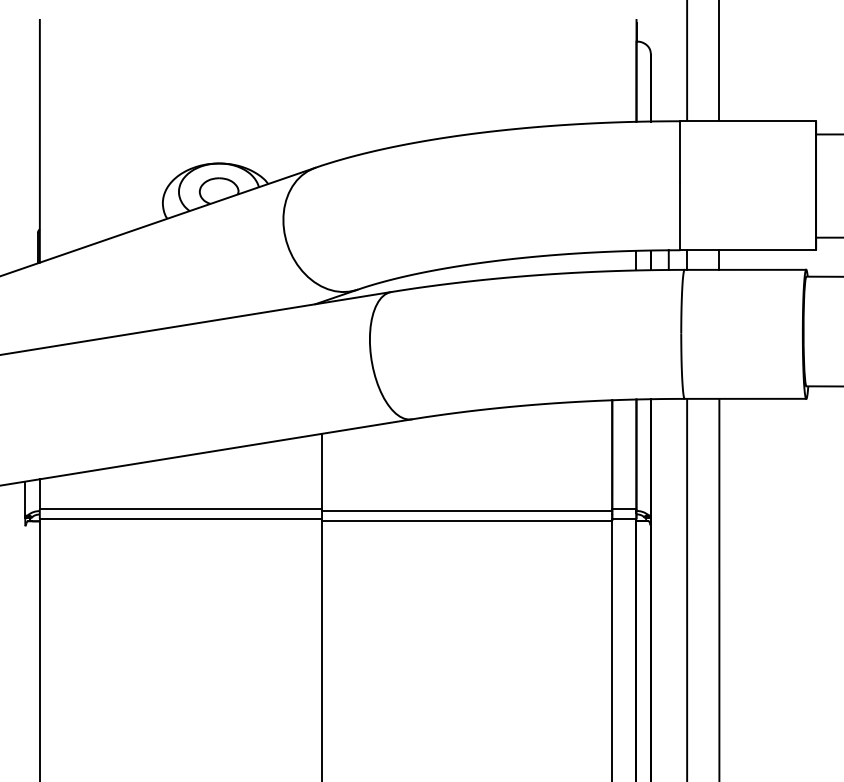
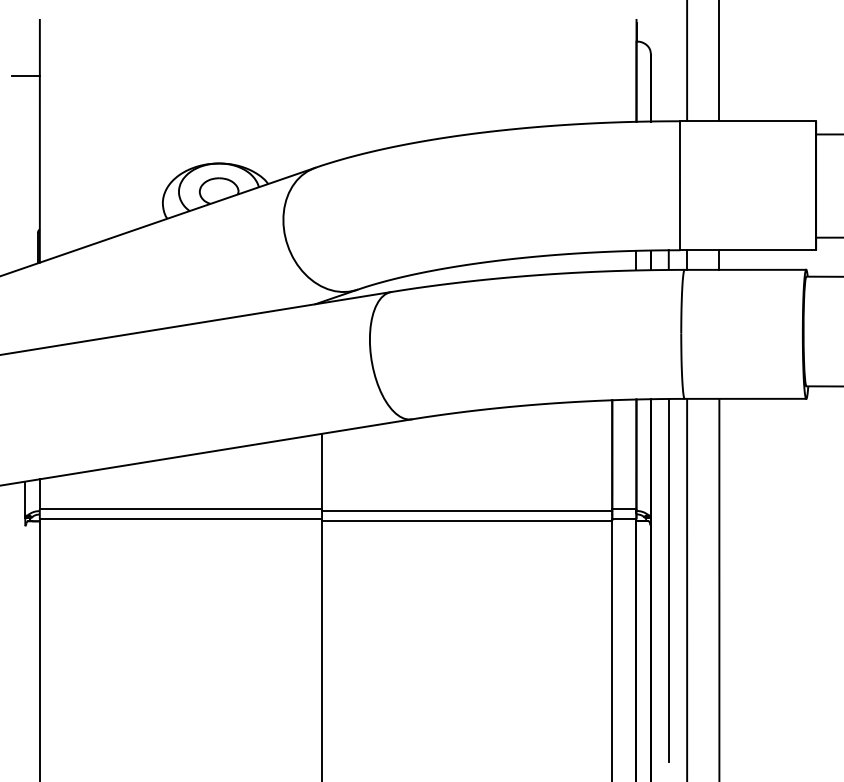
line at (25, 76): none -> present
line at (668, 579): none -> present
